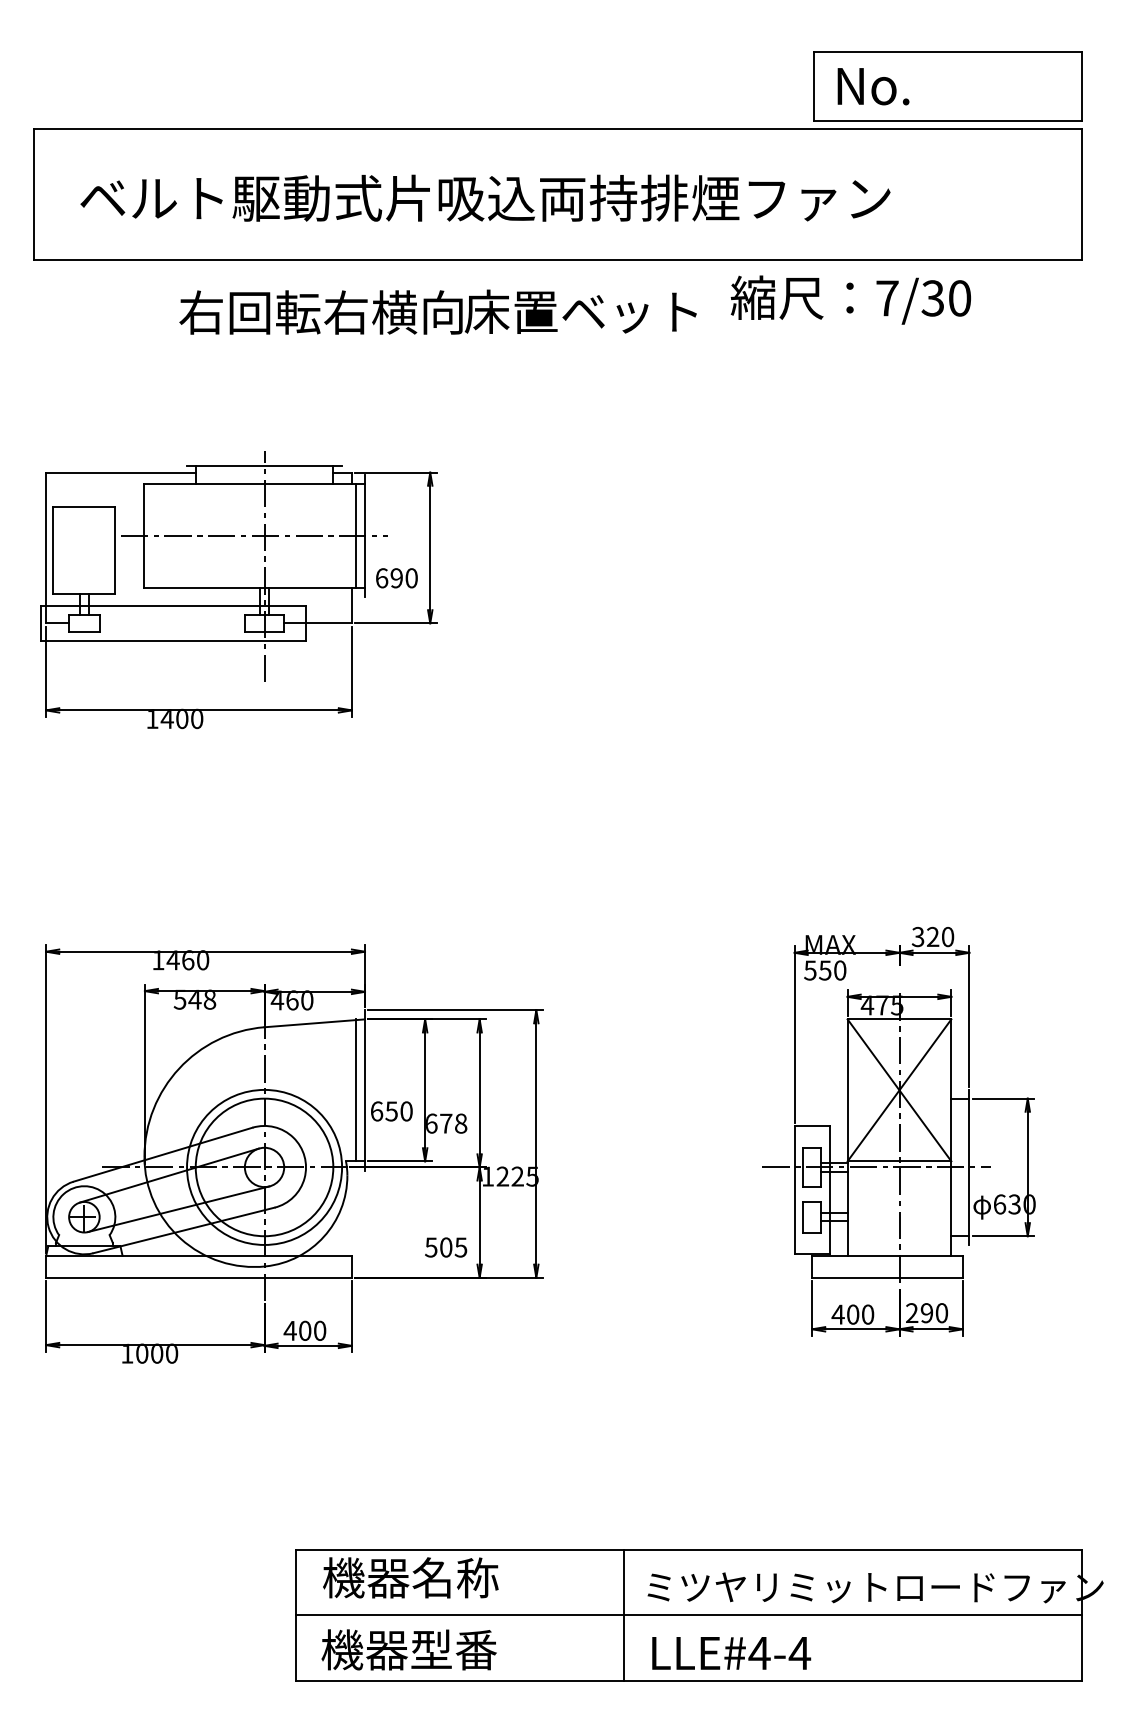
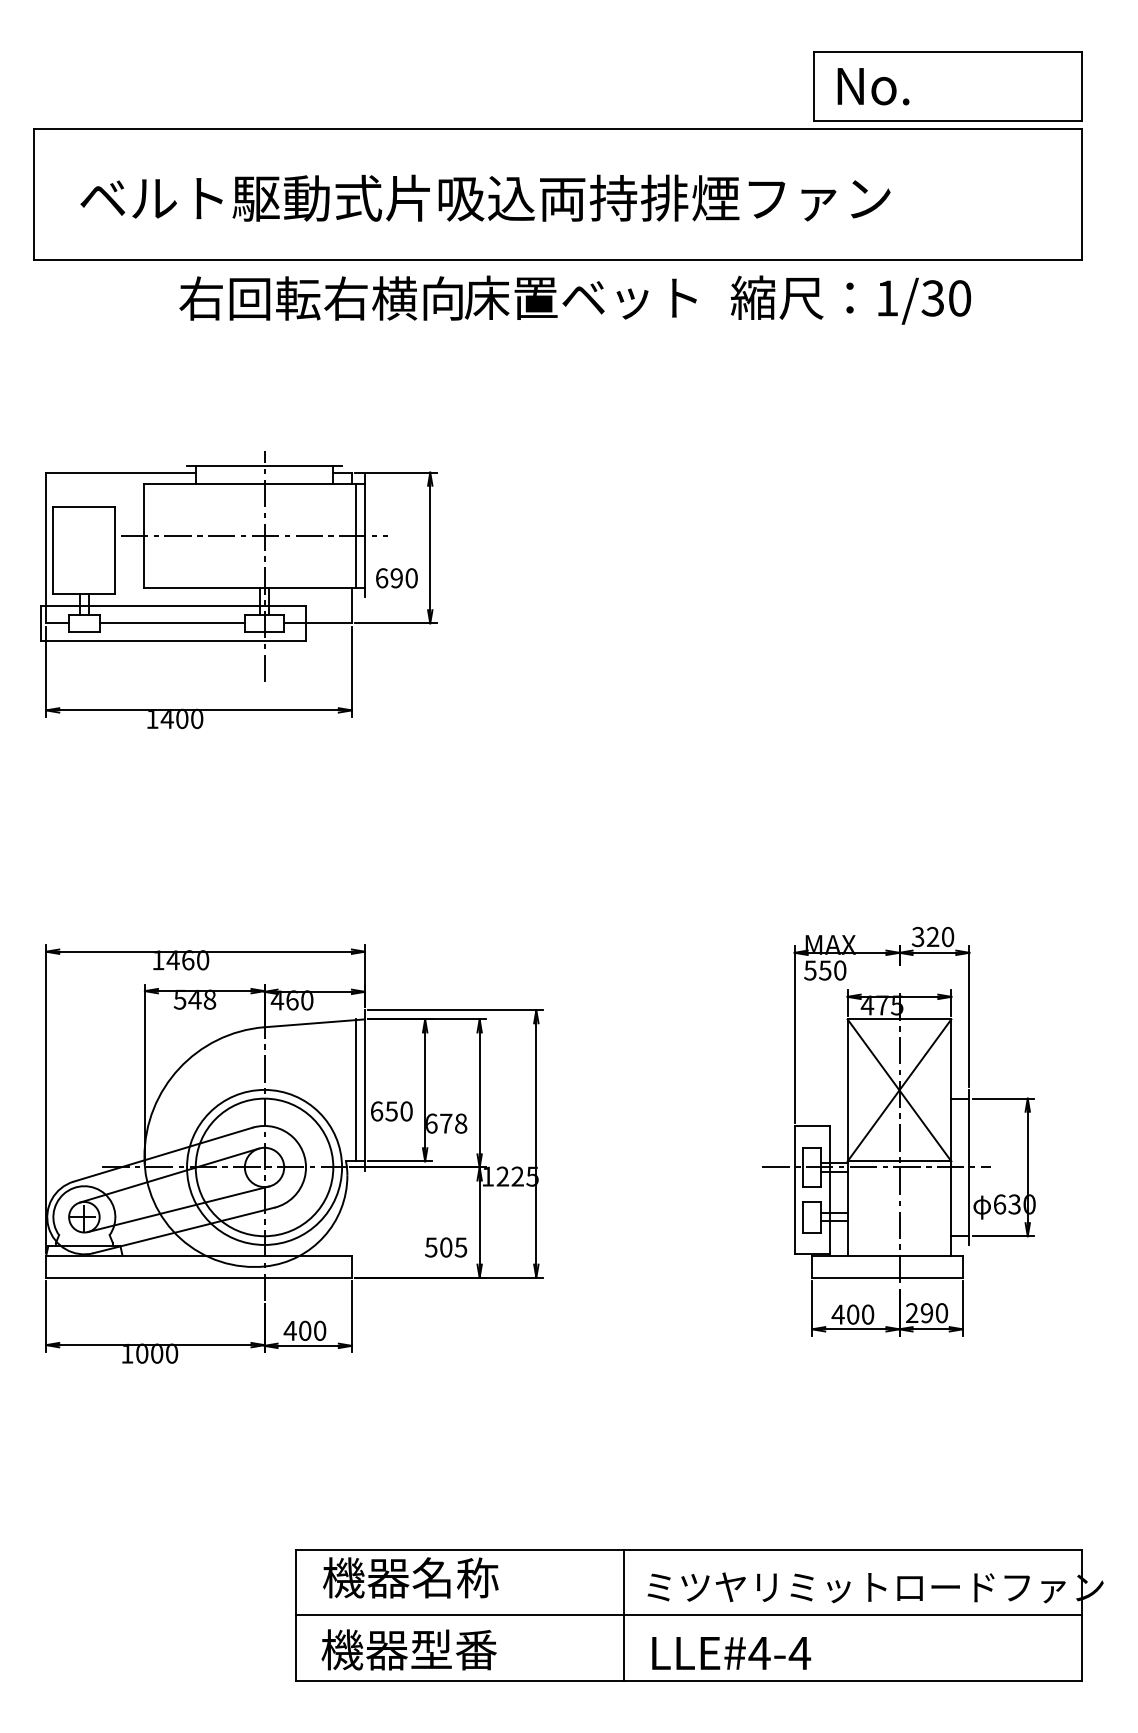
text at (887, 298): 7/30 -> 1/30
text at (437, 311) position: (437, 311) -> (437, 297)
line at (171, 623): none -> present
